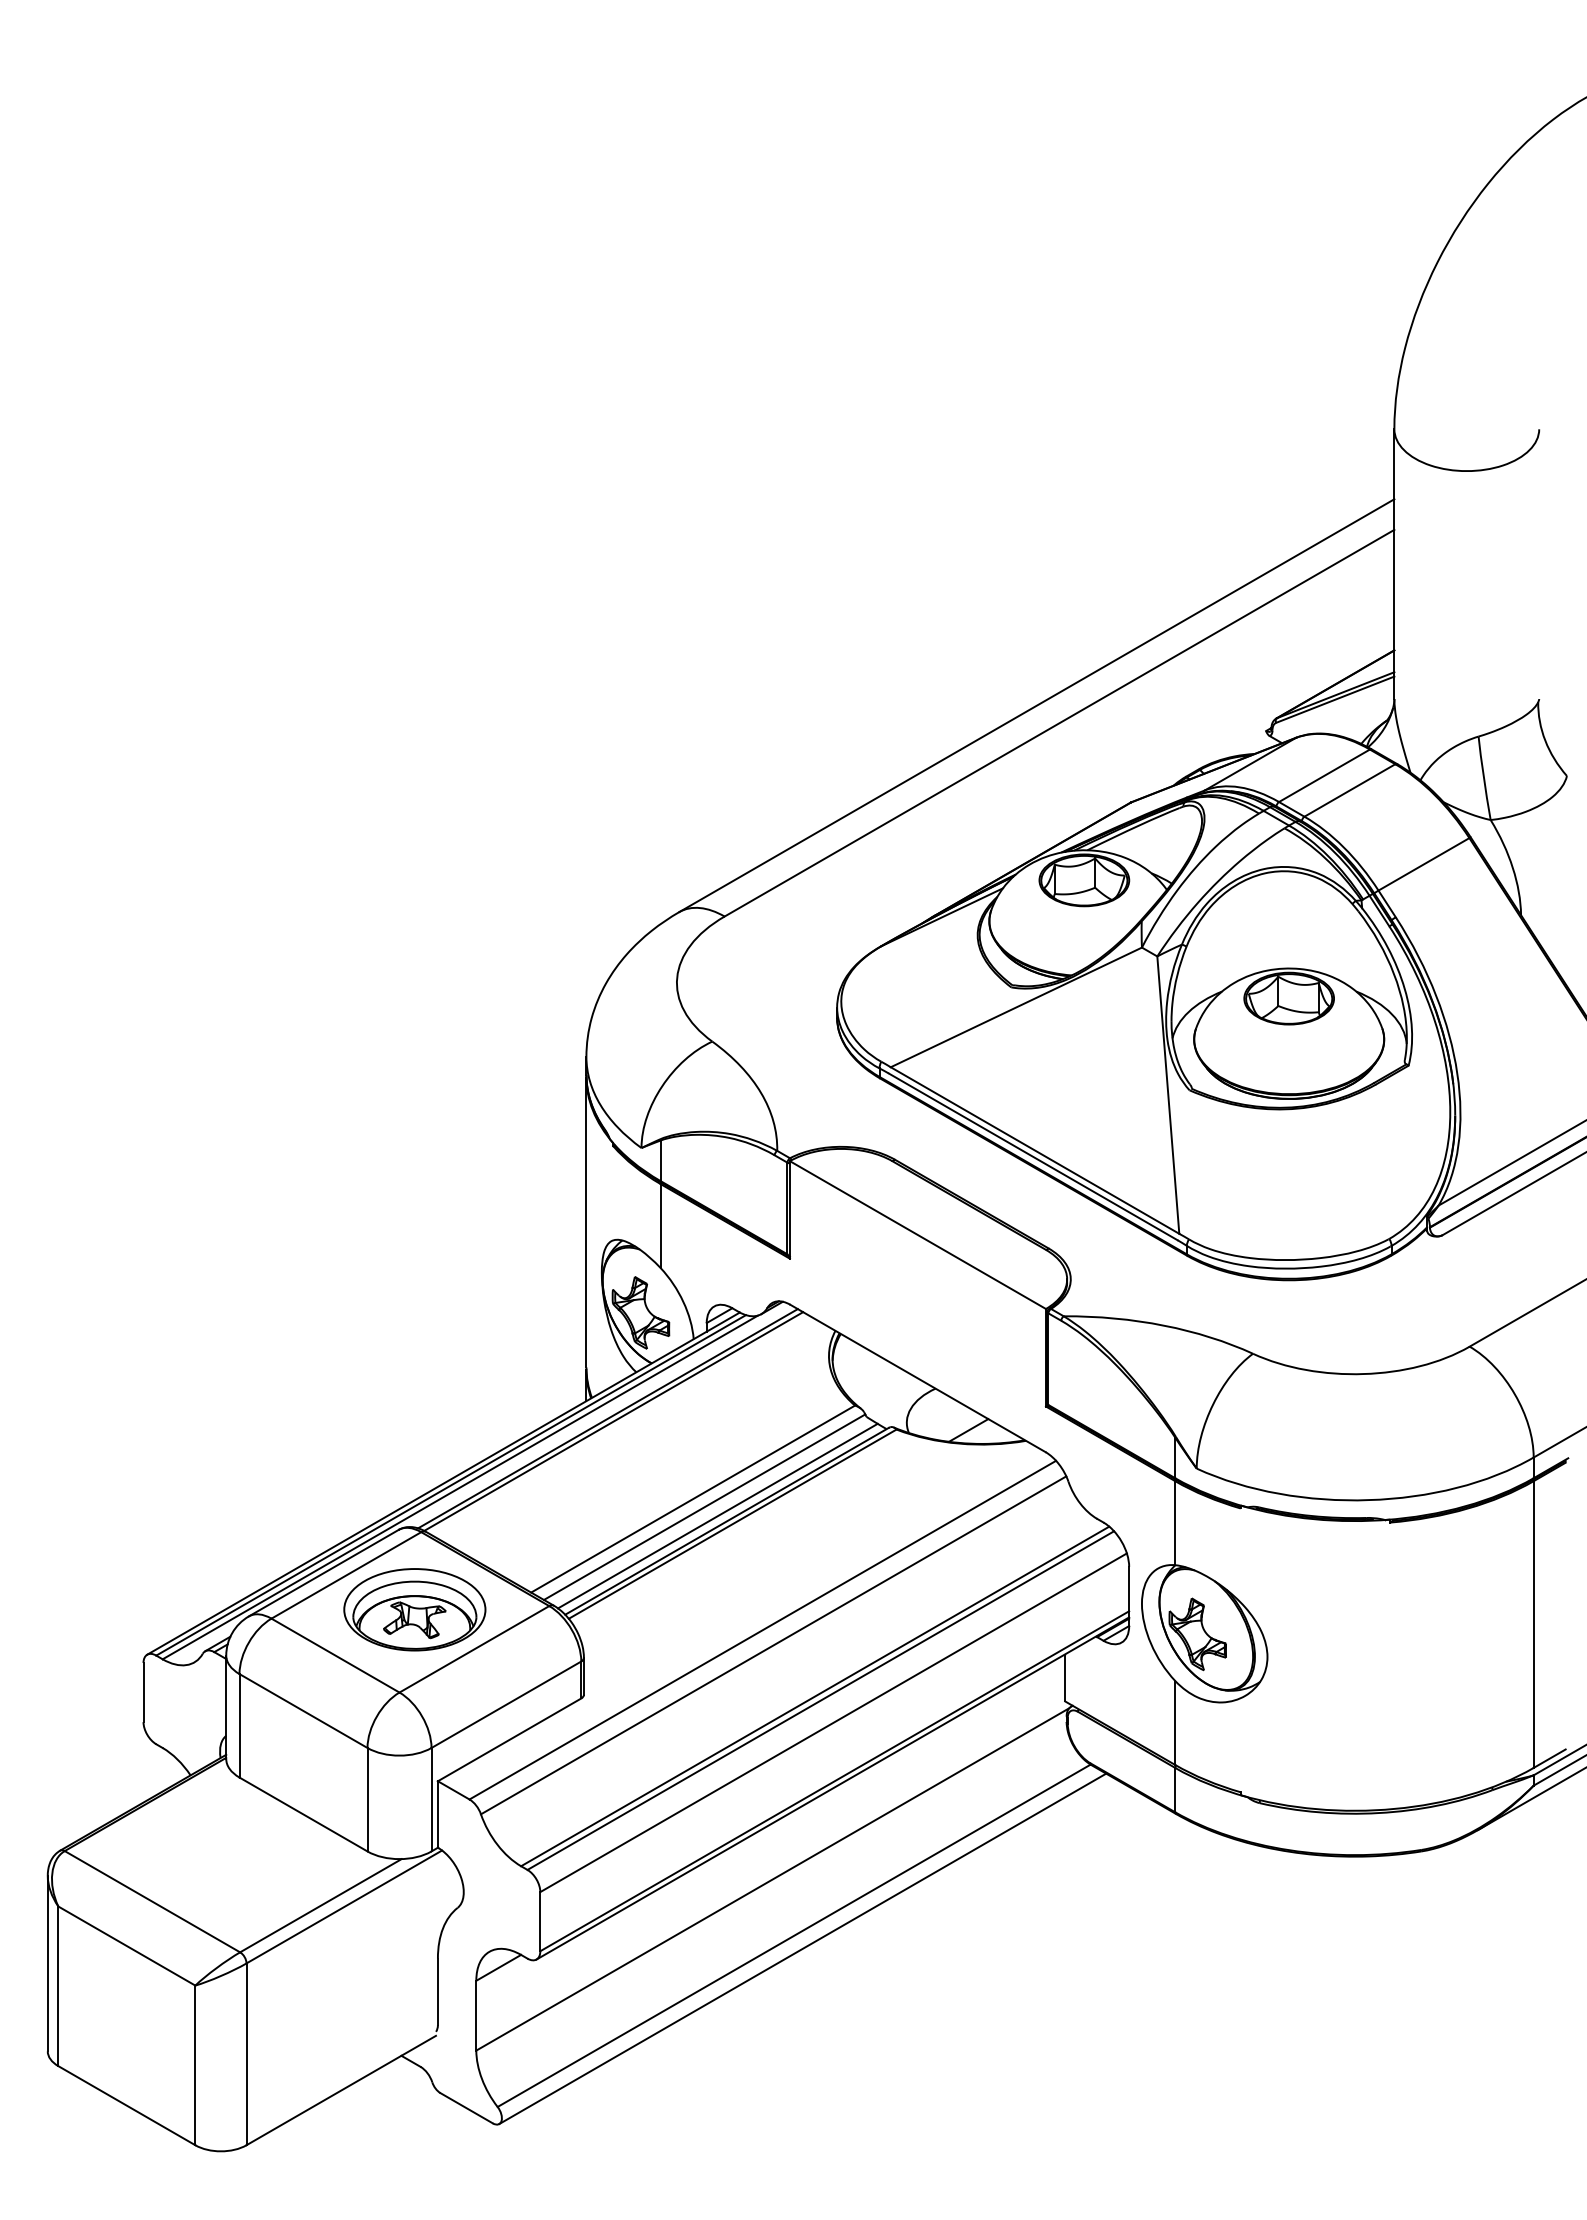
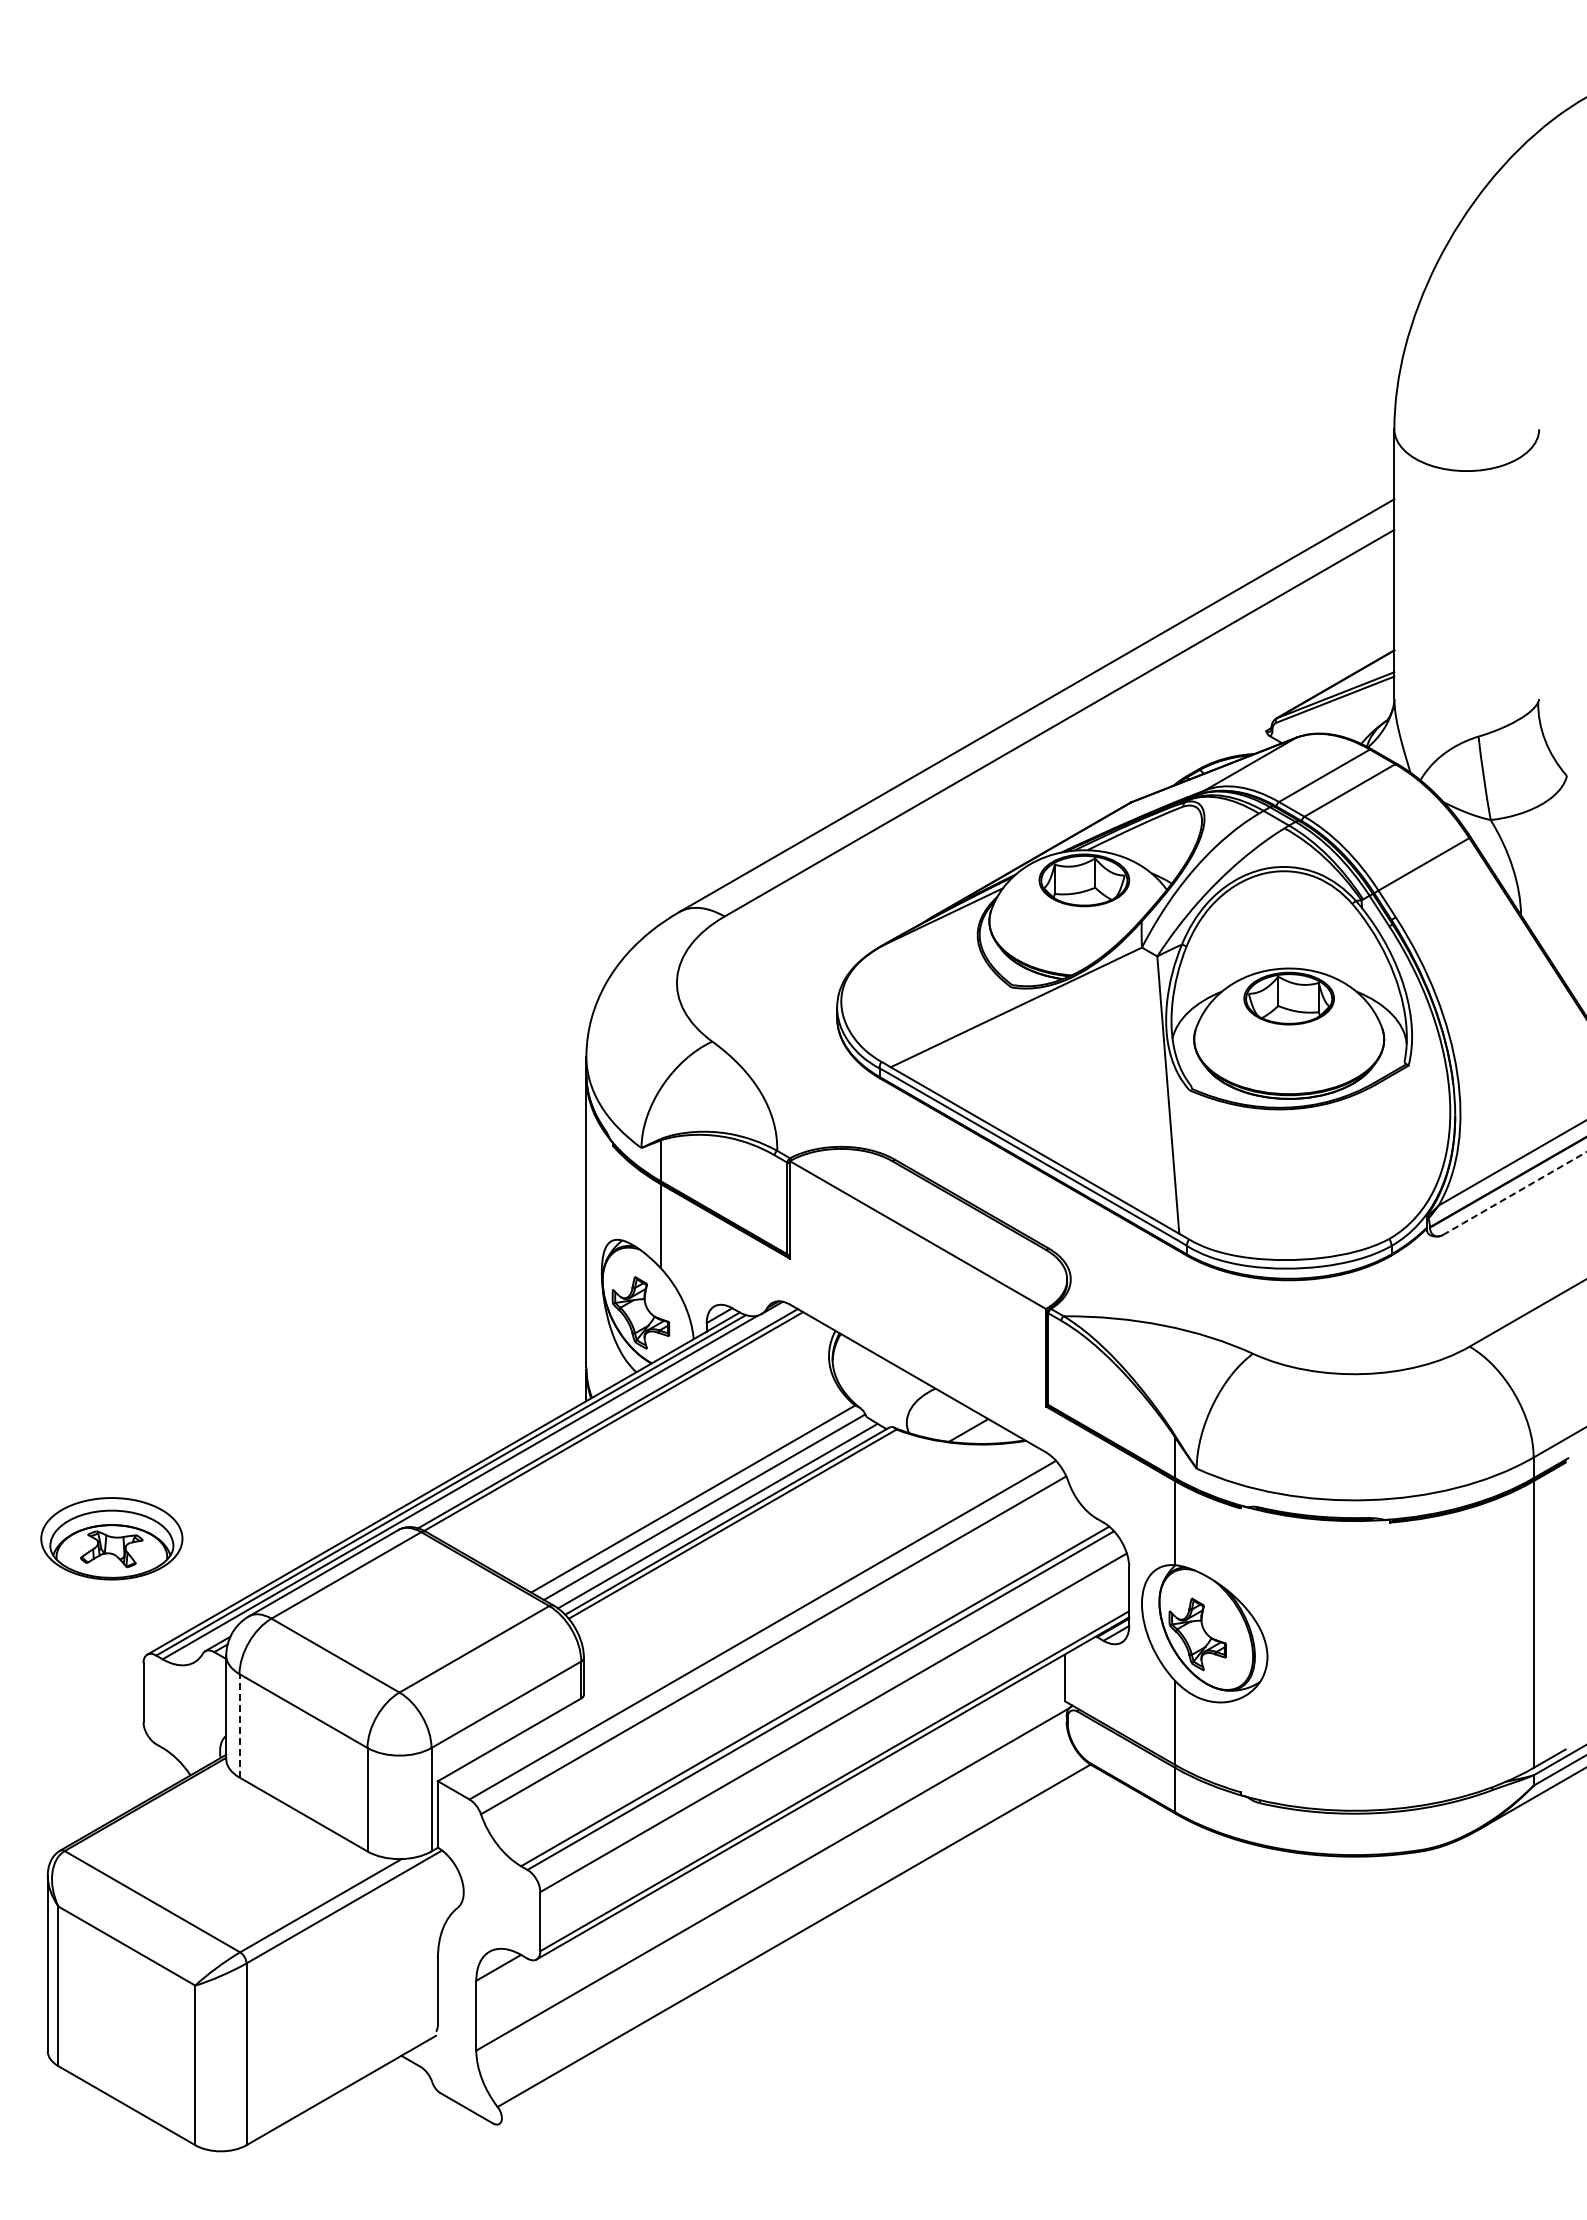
line at (1514, 1193): solid -> dashed
part at (414, 1609) position: (414, 1609) -> (111, 1538)
line at (239, 1725): solid -> dashed
line at (802, 1948): present -> none
